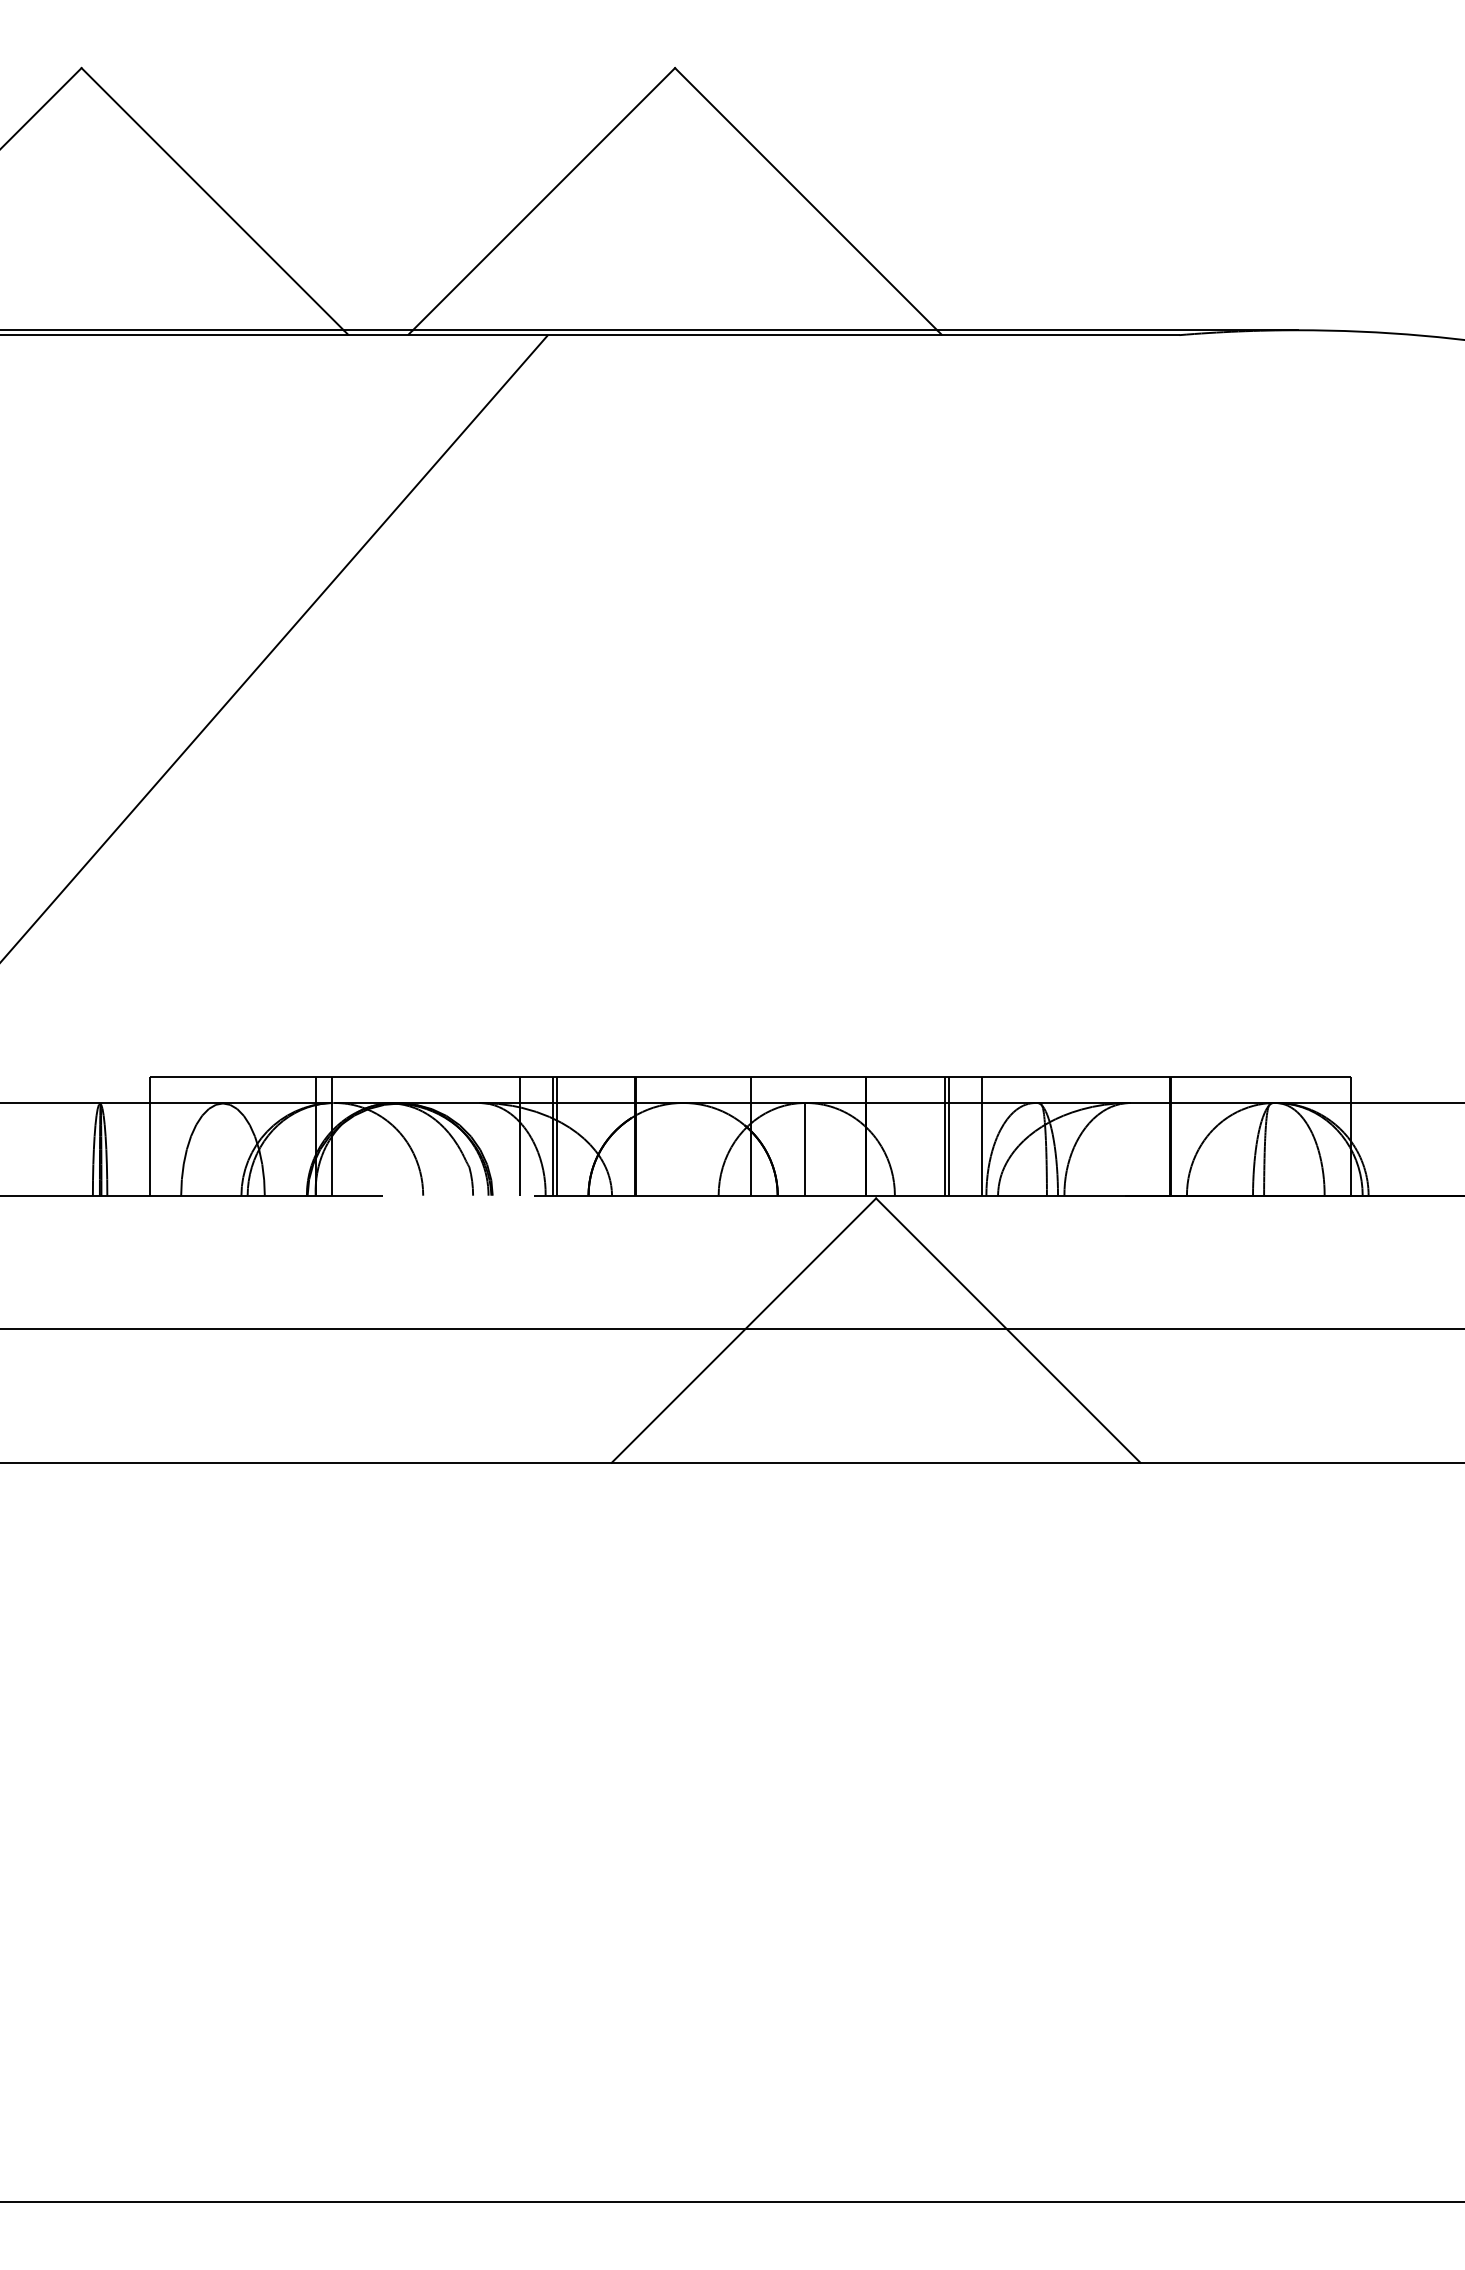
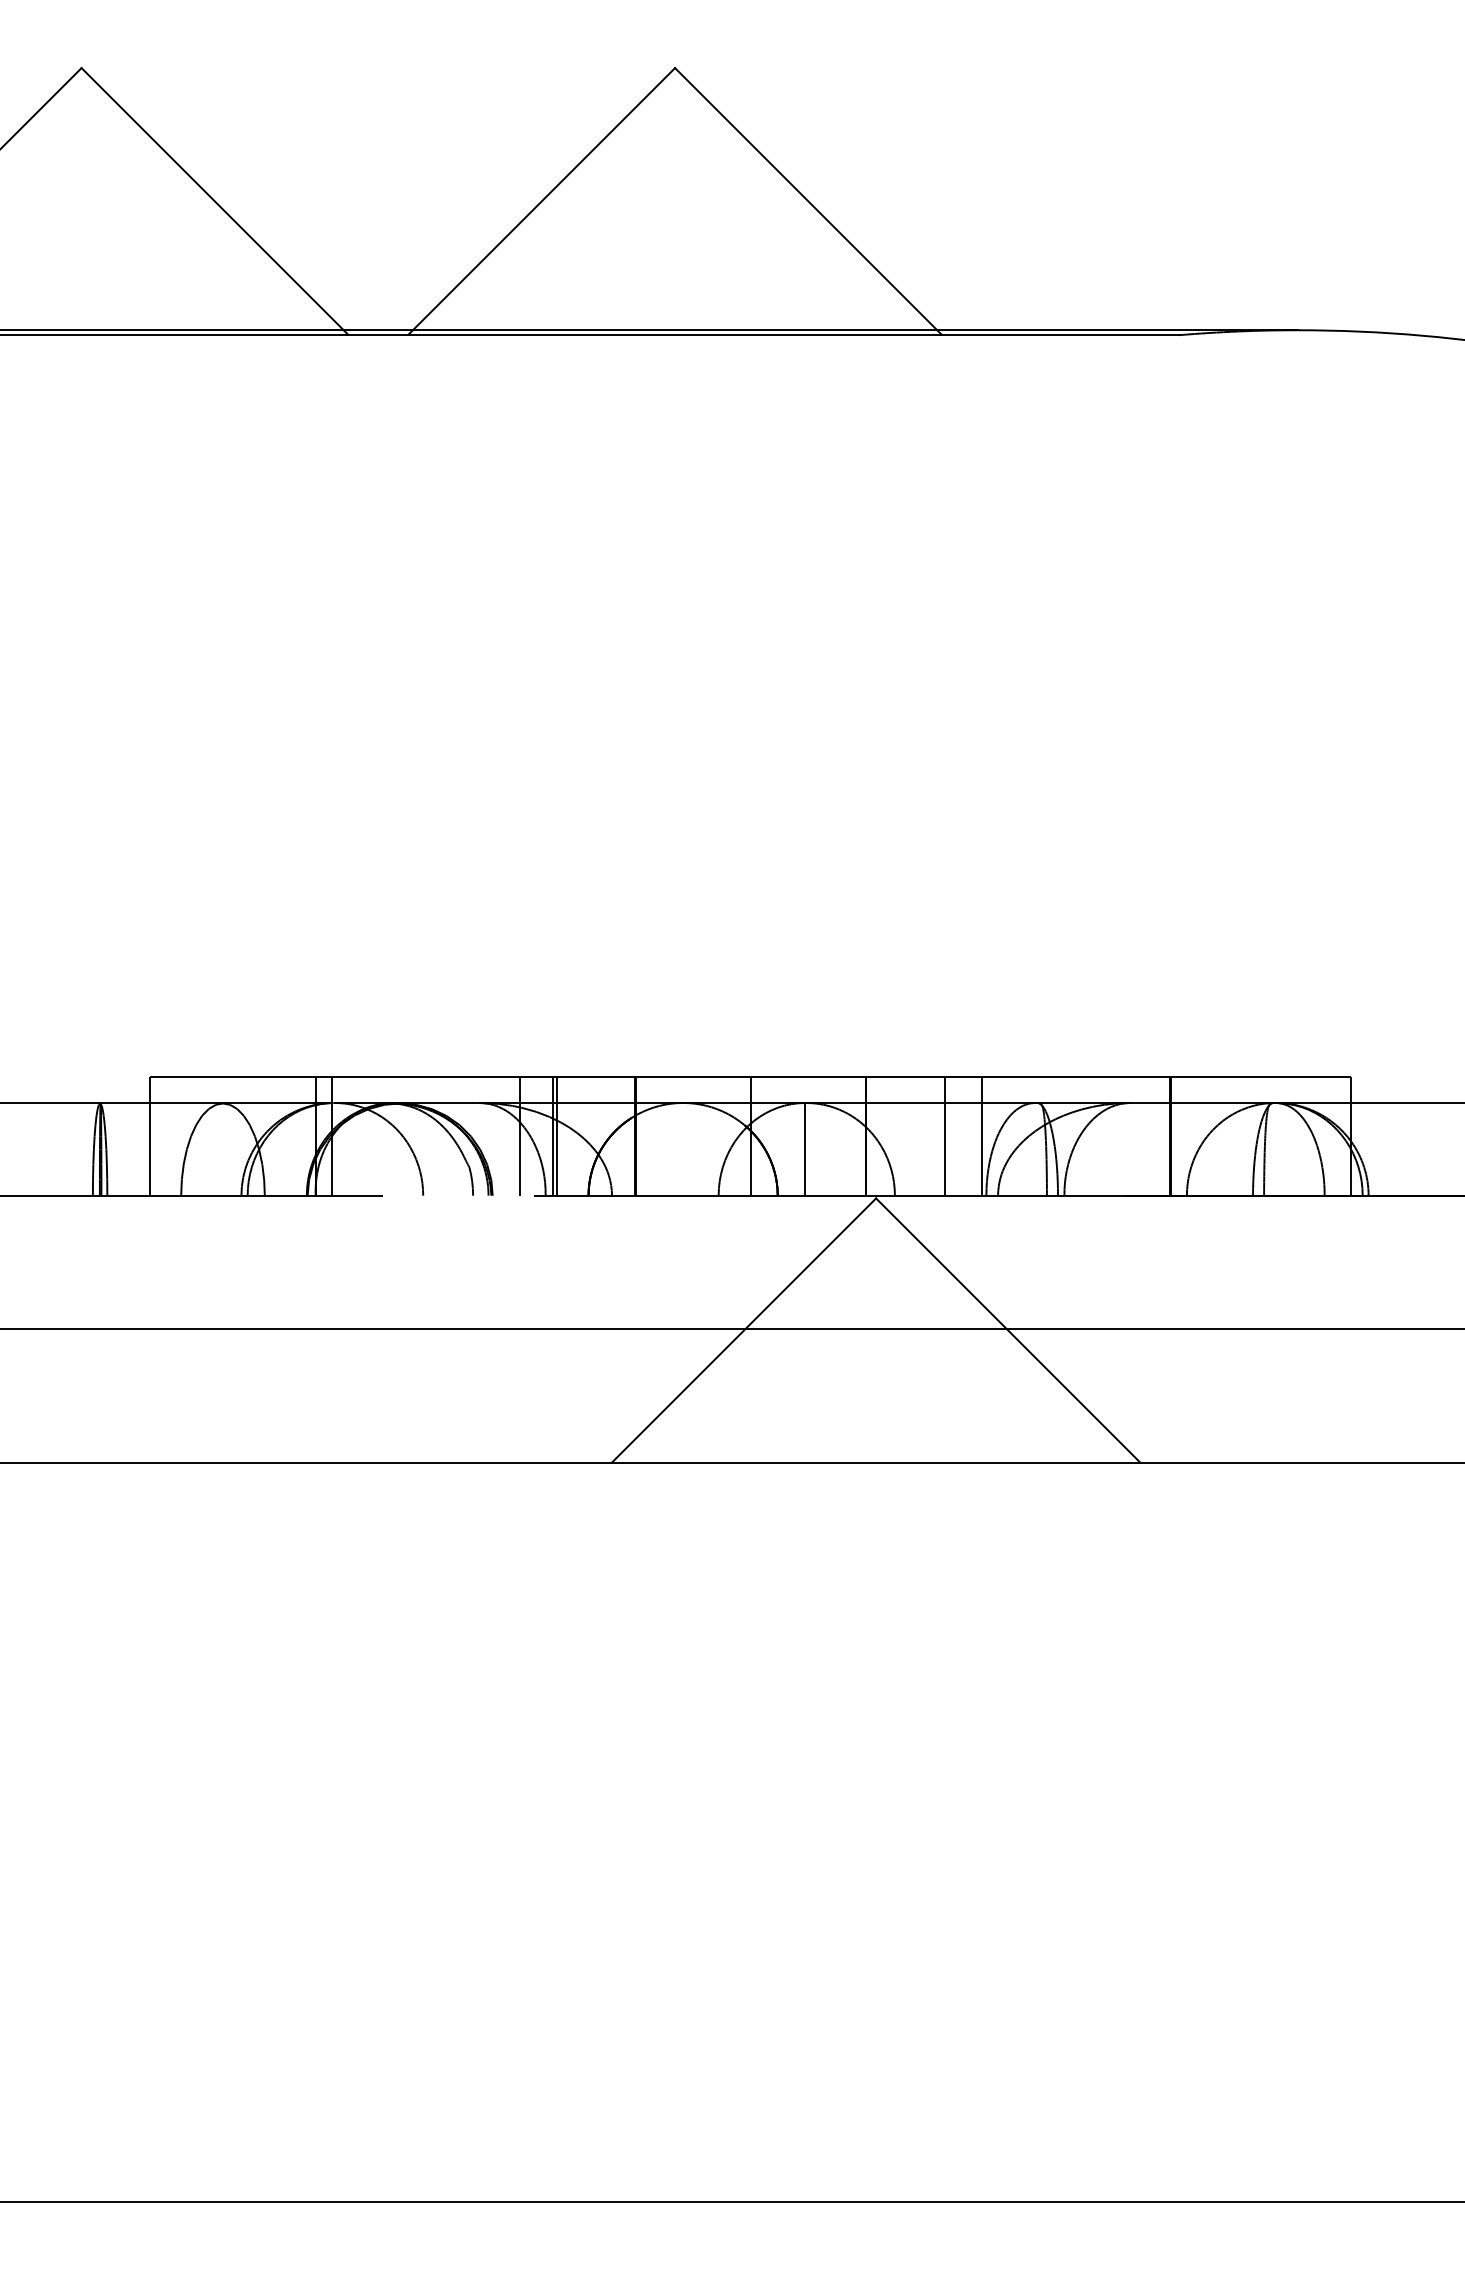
line at (275, 647): present -> none
line at (948, 1136): present -> none
